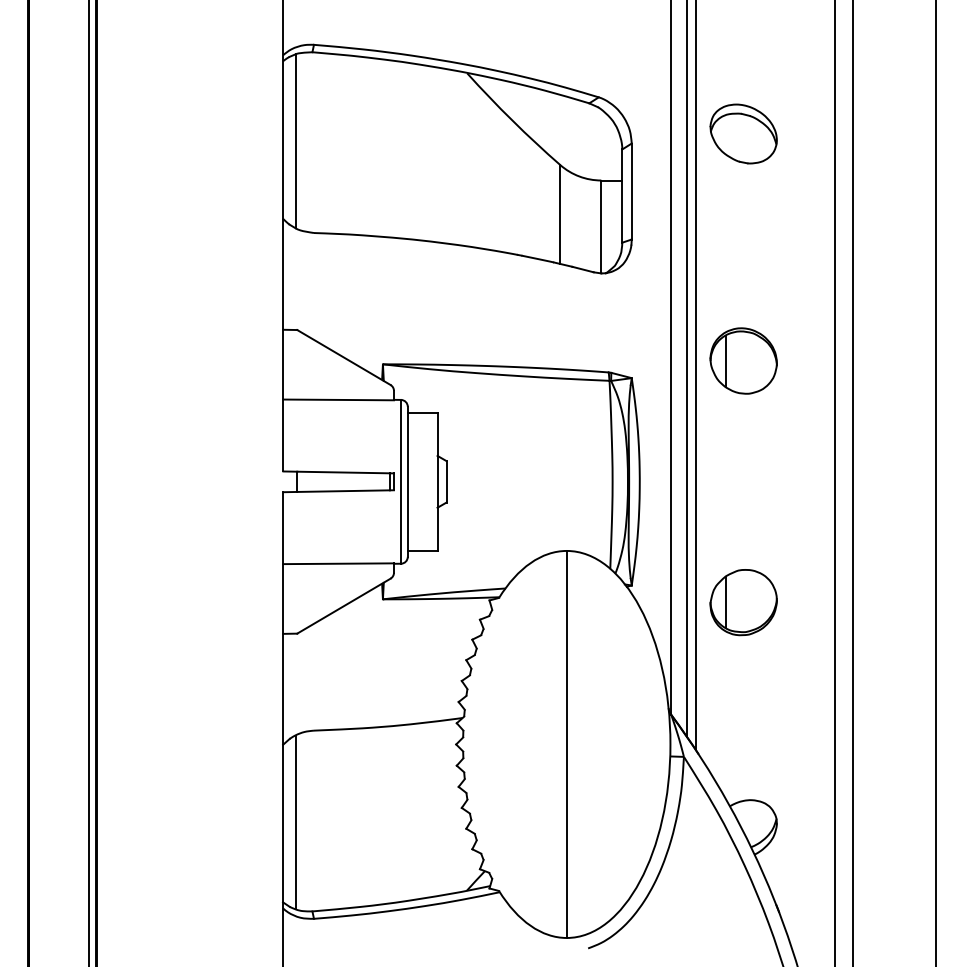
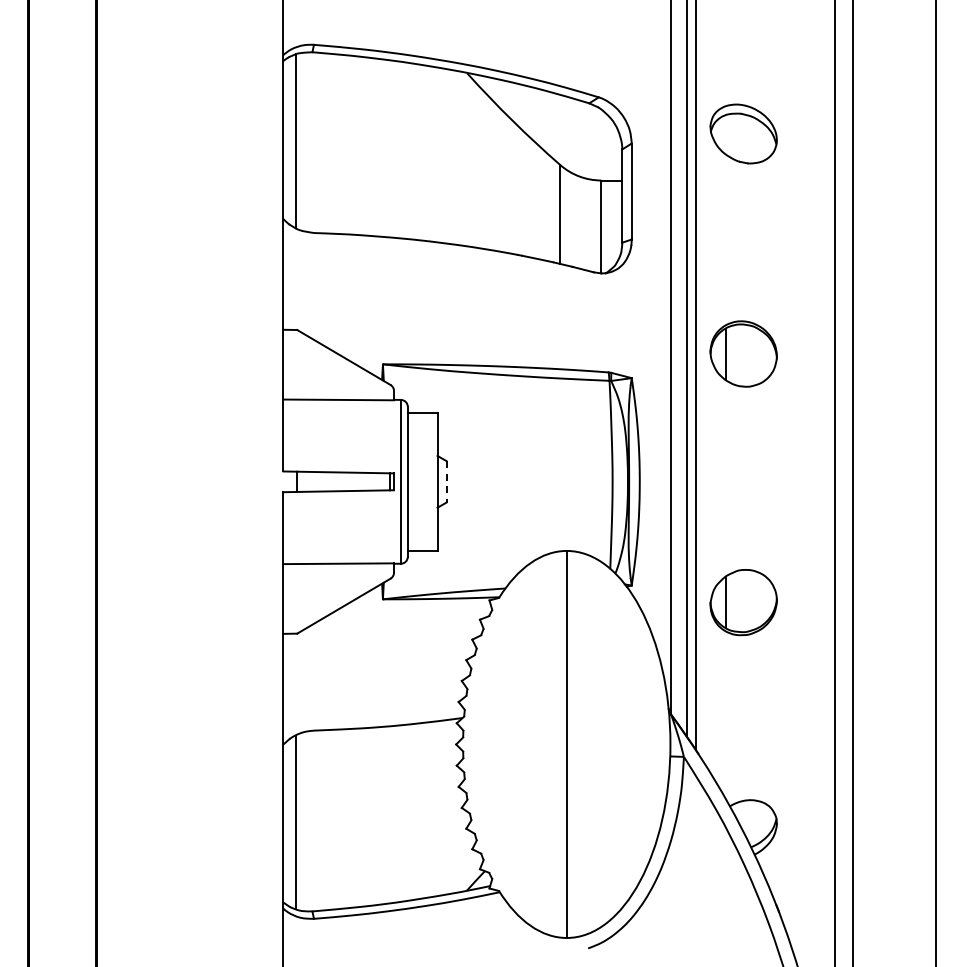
part at (743, 360) position: (743, 360) -> (743, 353)
line at (446, 481): solid -> dashed
line at (88, 482): present -> none
